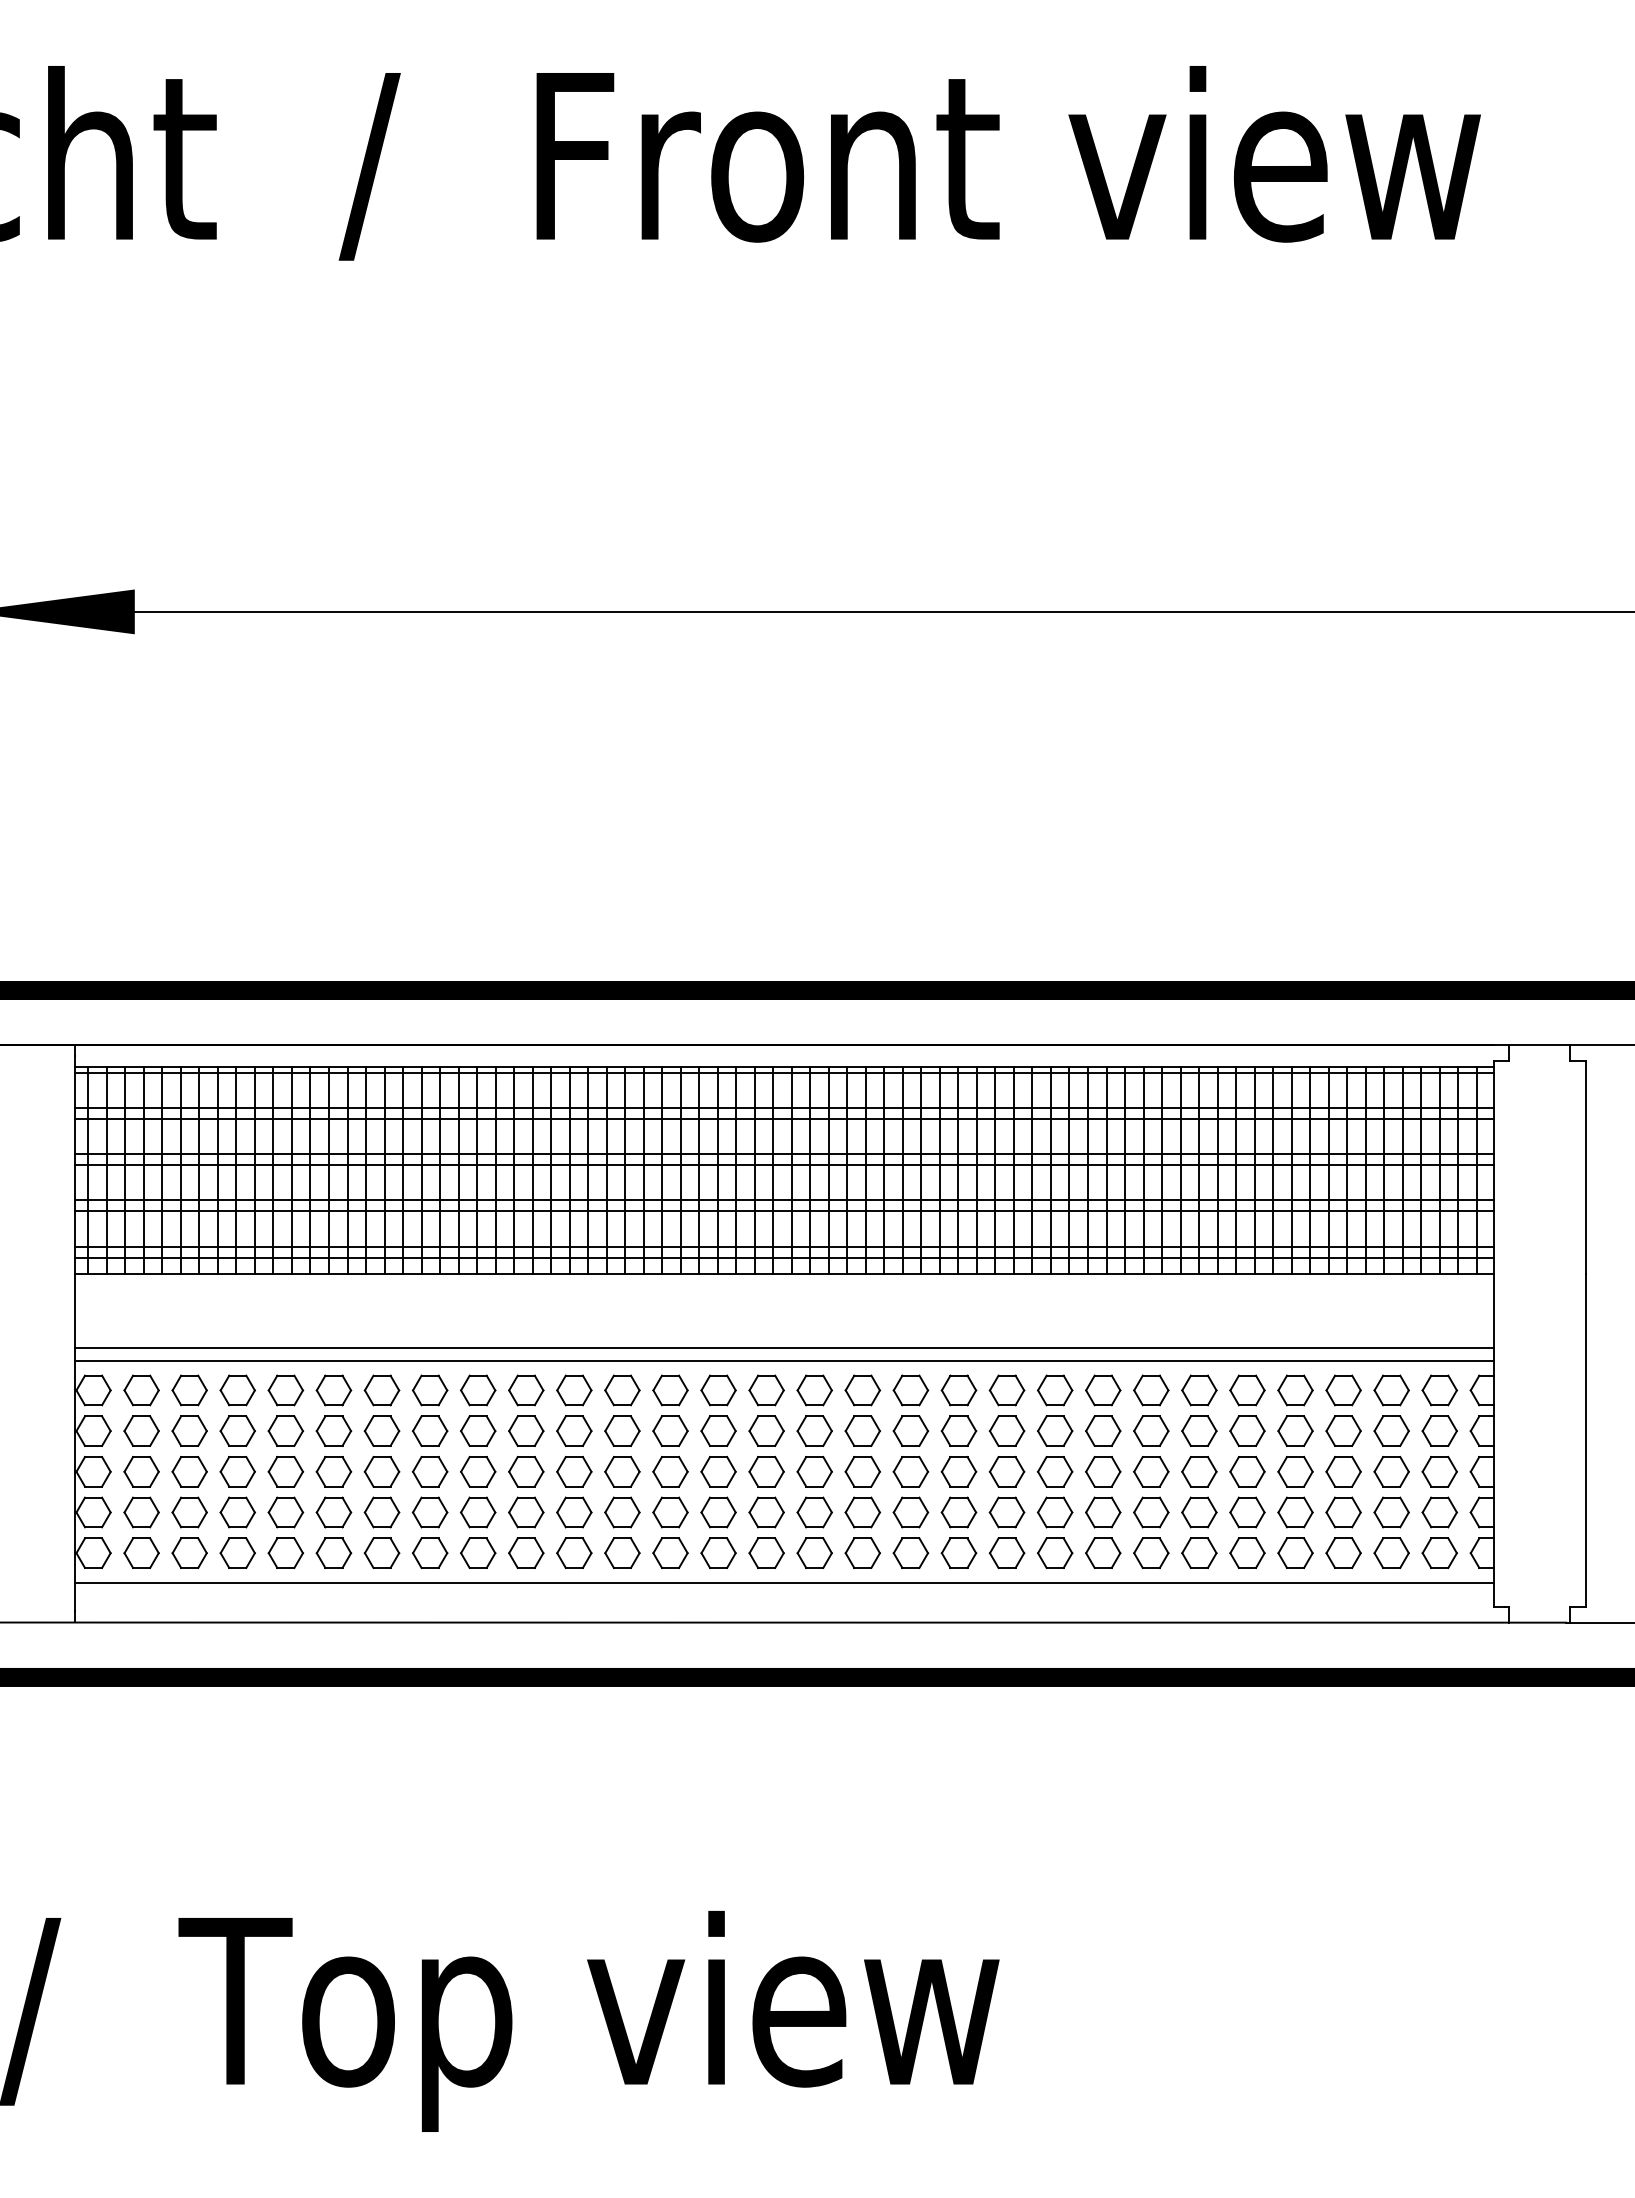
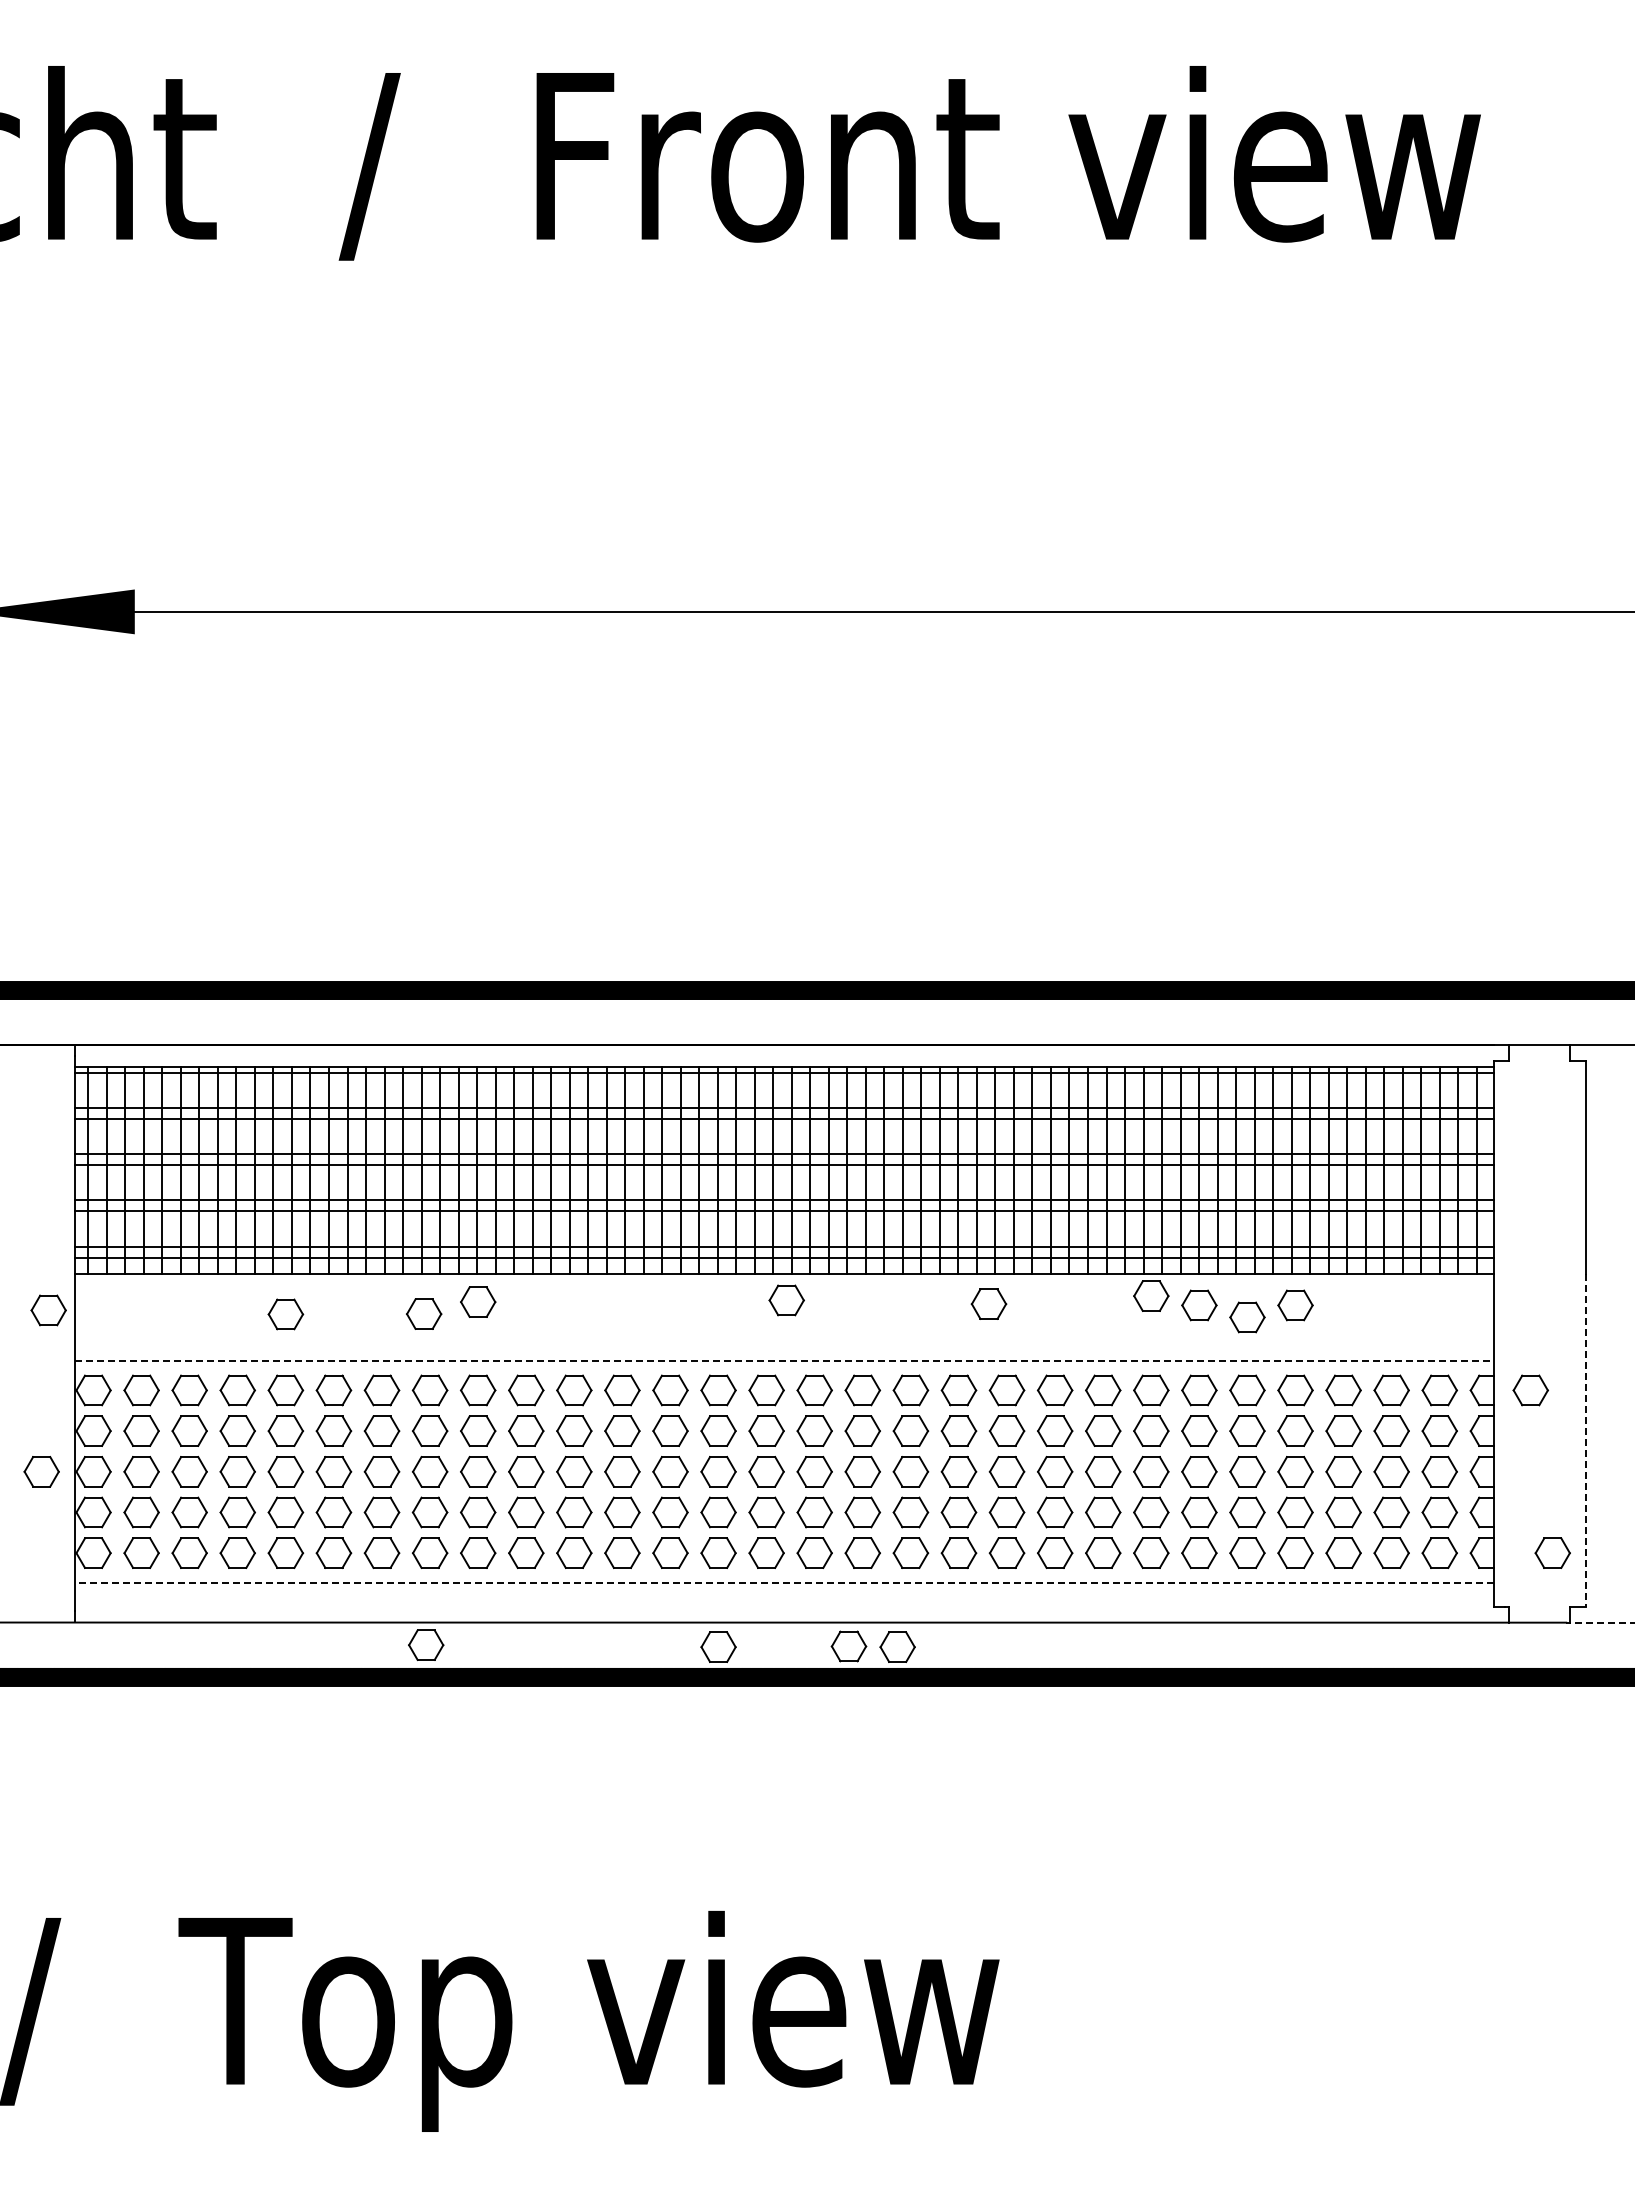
part at (1151, 1295): none -> present
part at (786, 1300): none -> present
part at (478, 1301): none -> present
part at (988, 1303): none -> present
part at (1199, 1305): none -> present
part at (1295, 1305): none -> present
part at (48, 1310): none -> present
part at (424, 1313): none -> present
part at (285, 1314): none -> present
part at (1247, 1317): none -> present
line at (784, 1348): present -> none
line at (785, 1360): solid -> dashed
part at (1530, 1390): none -> present
line at (1586, 1441): solid -> dashed
part at (41, 1471): none -> present
part at (1552, 1552): none -> present
line at (784, 1582): solid -> dashed
line at (1600, 1622): solid -> dashed
part at (426, 1644): none -> present
part at (718, 1646): none -> present
part at (848, 1646): none -> present
part at (897, 1646): none -> present
